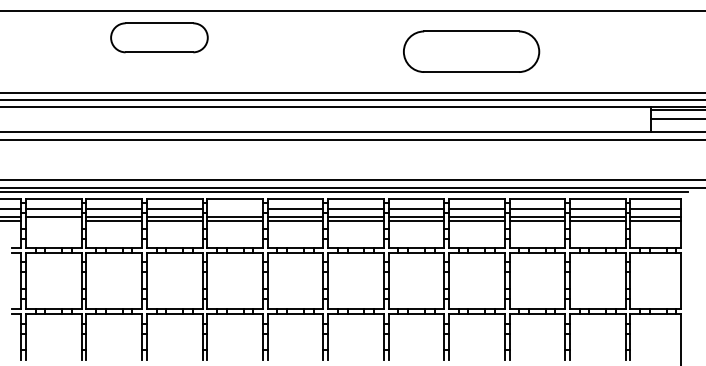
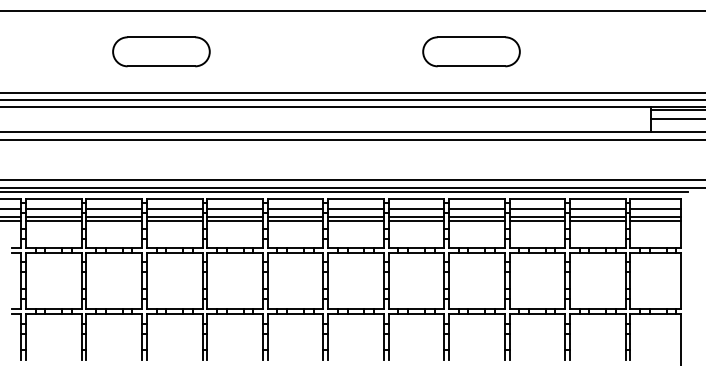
part at (159, 37) position: (159, 37) -> (161, 51)
part at (471, 51) size: 138x43 px -> 99x32 px
line at (234, 208): none -> present
line at (53, 221): none -> present
